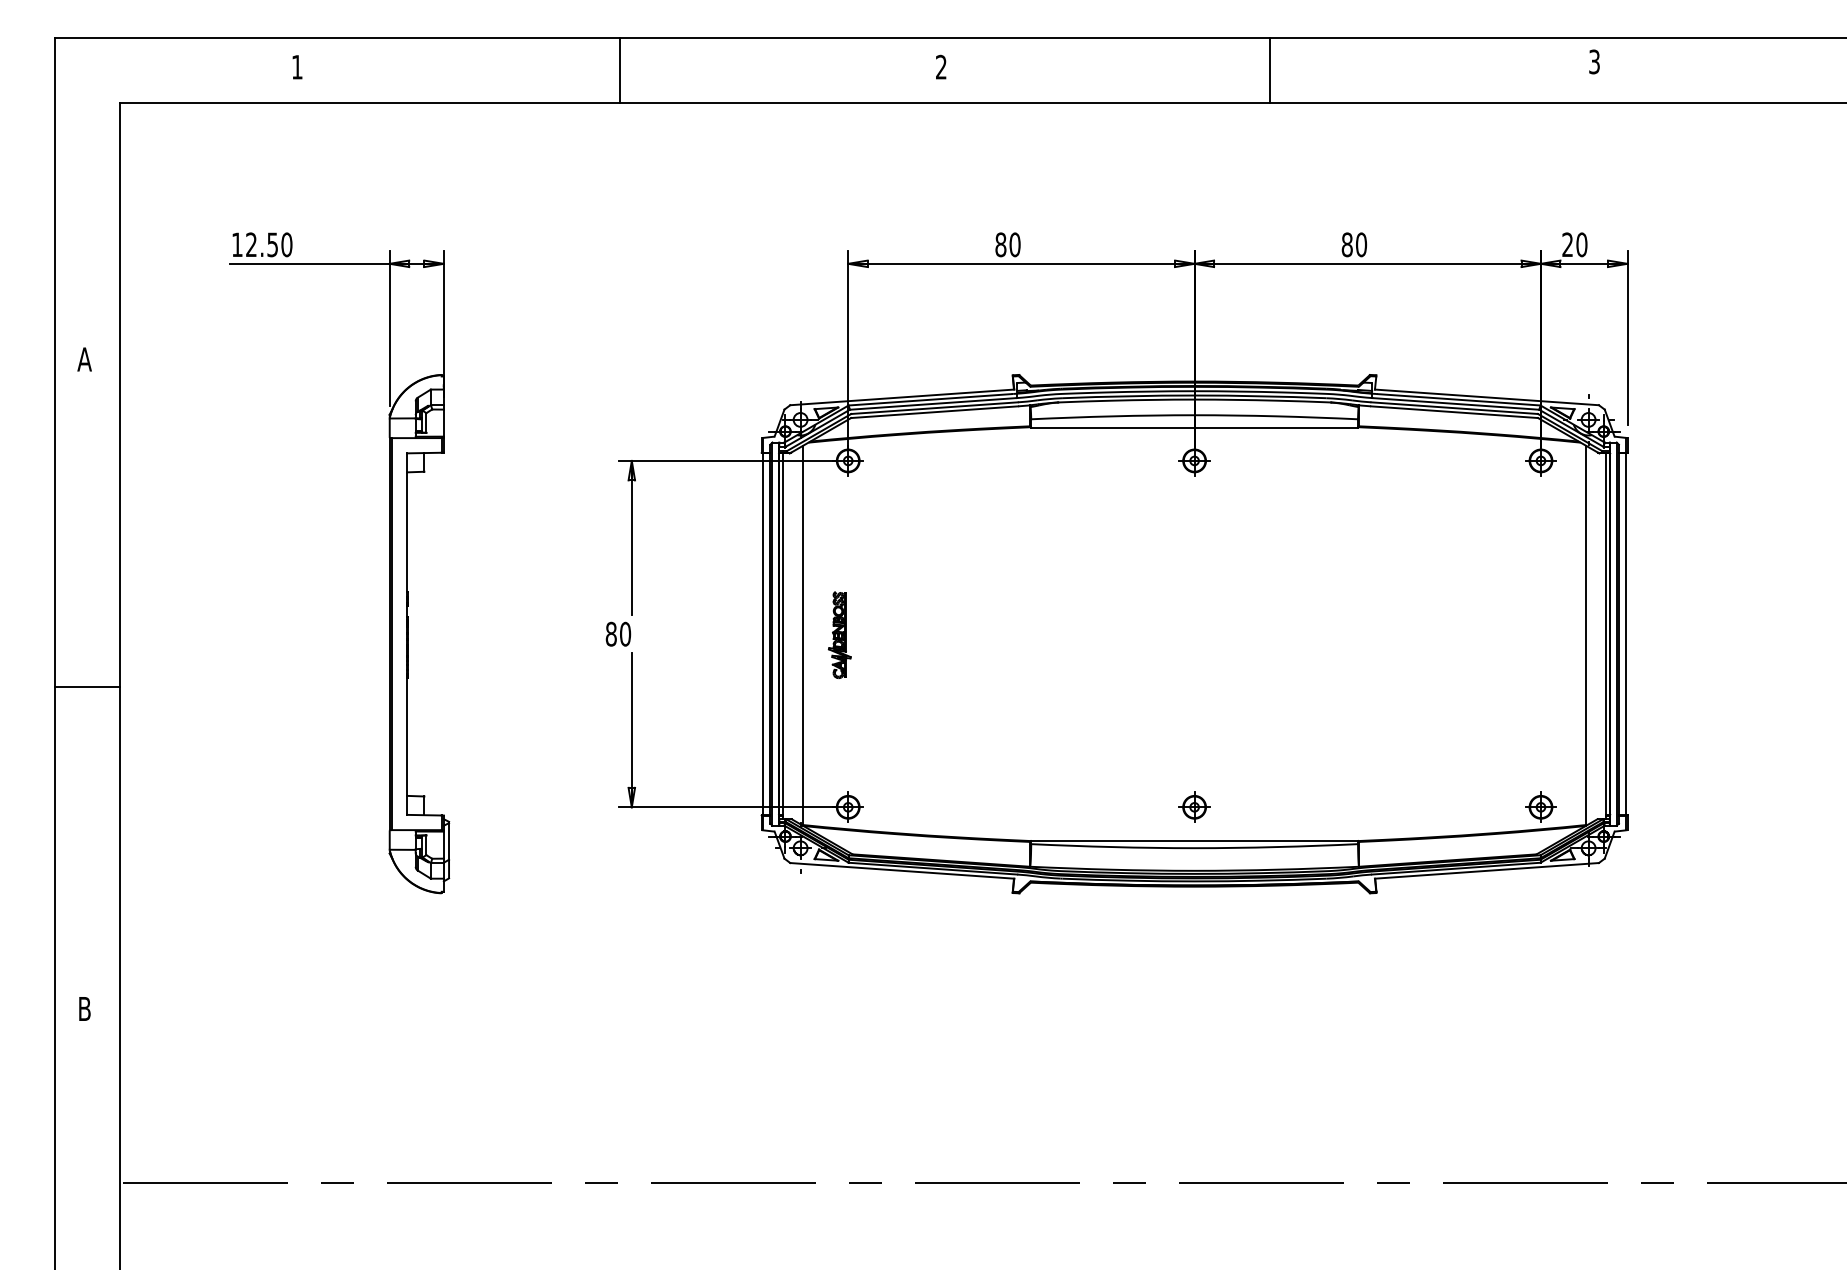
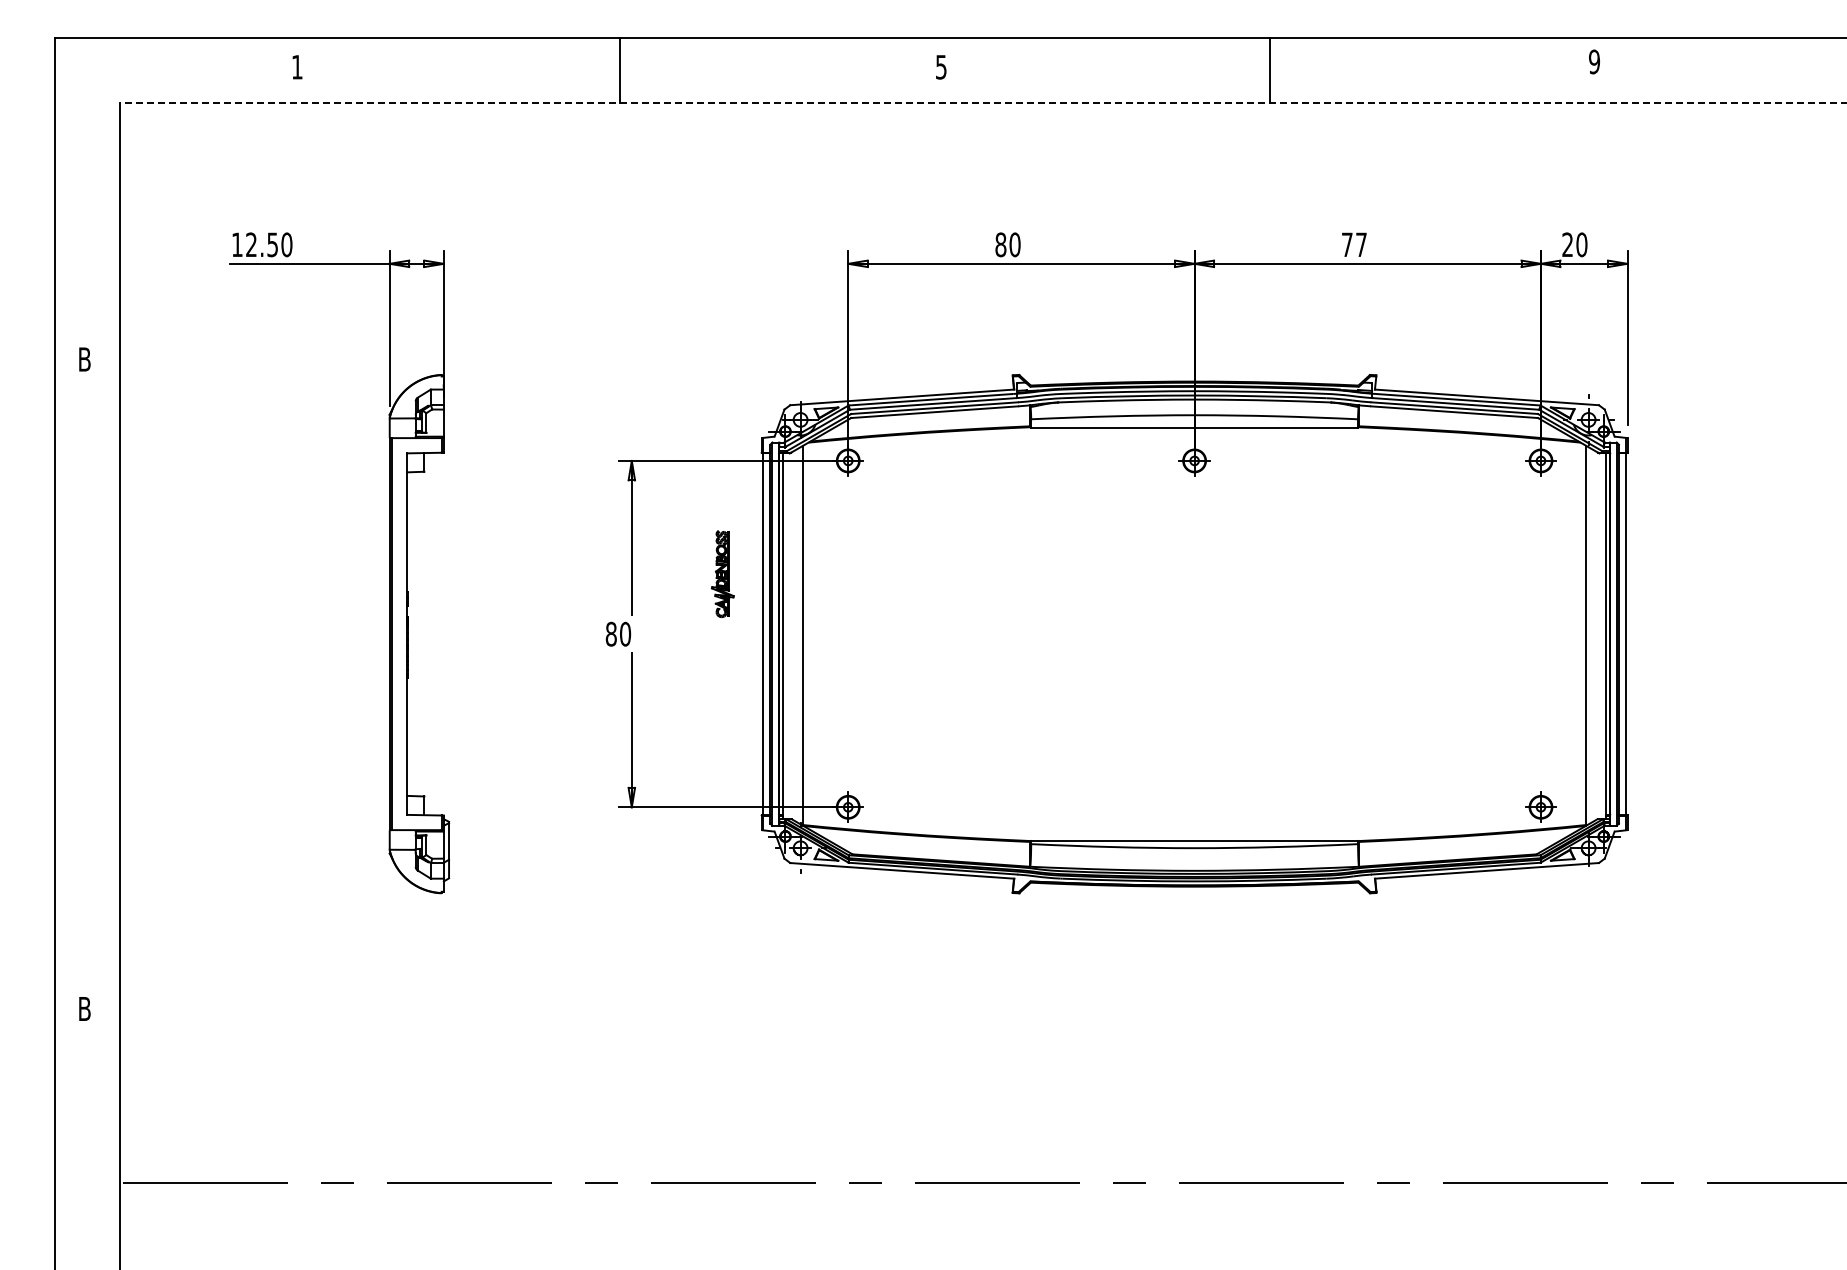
text at (1594, 61): 3 -> 9
text at (941, 66): 2 -> 5
line at (983, 102): solid -> dashed
text at (1354, 244): 80 -> 77
text at (84, 359): A -> B
part at (839, 634) position: (839, 634) -> (722, 573)
line at (87, 687): present -> none
part at (1194, 806): present -> none
